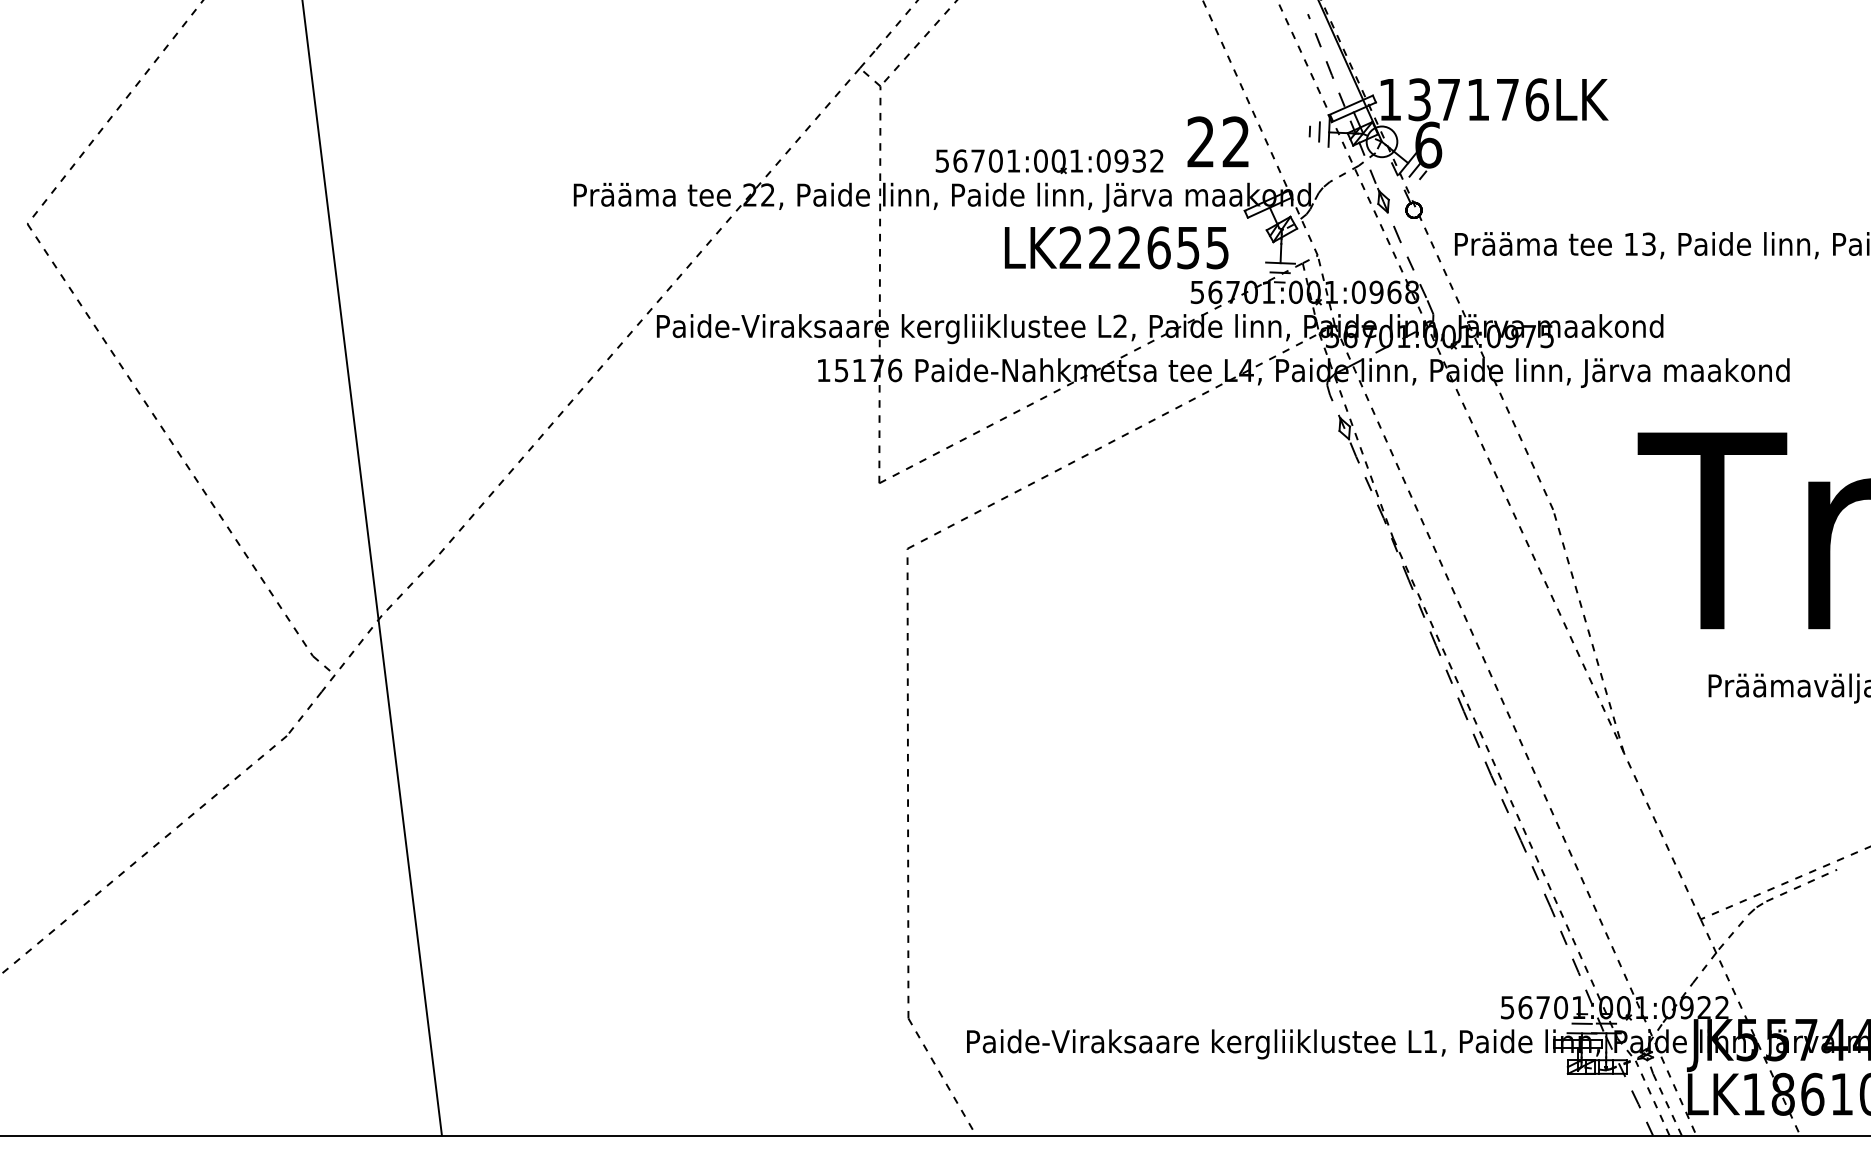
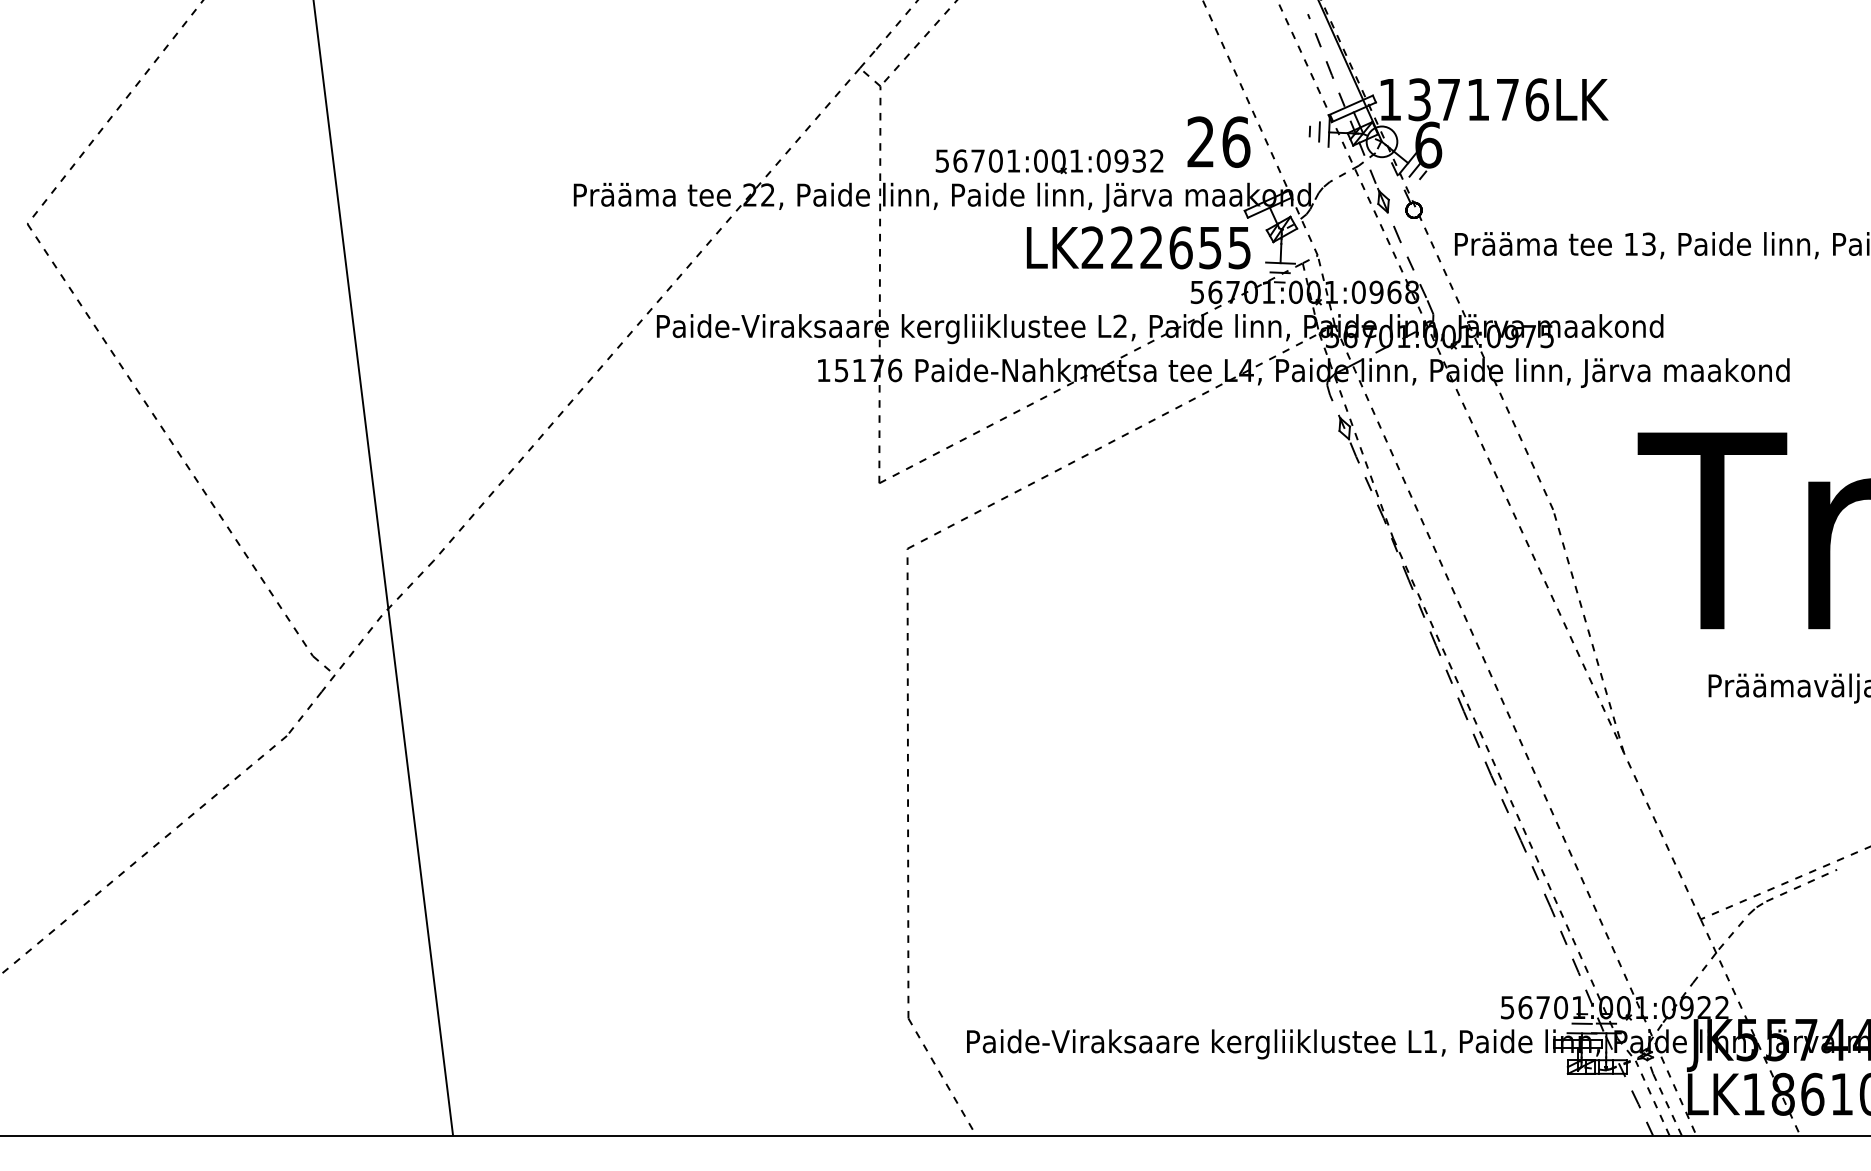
text at (1236, 141): 22 -> 26
text at (1116, 247) position: (1116, 247) -> (1138, 247)
line at (371, 568) position: (371, 568) -> (382, 568)
